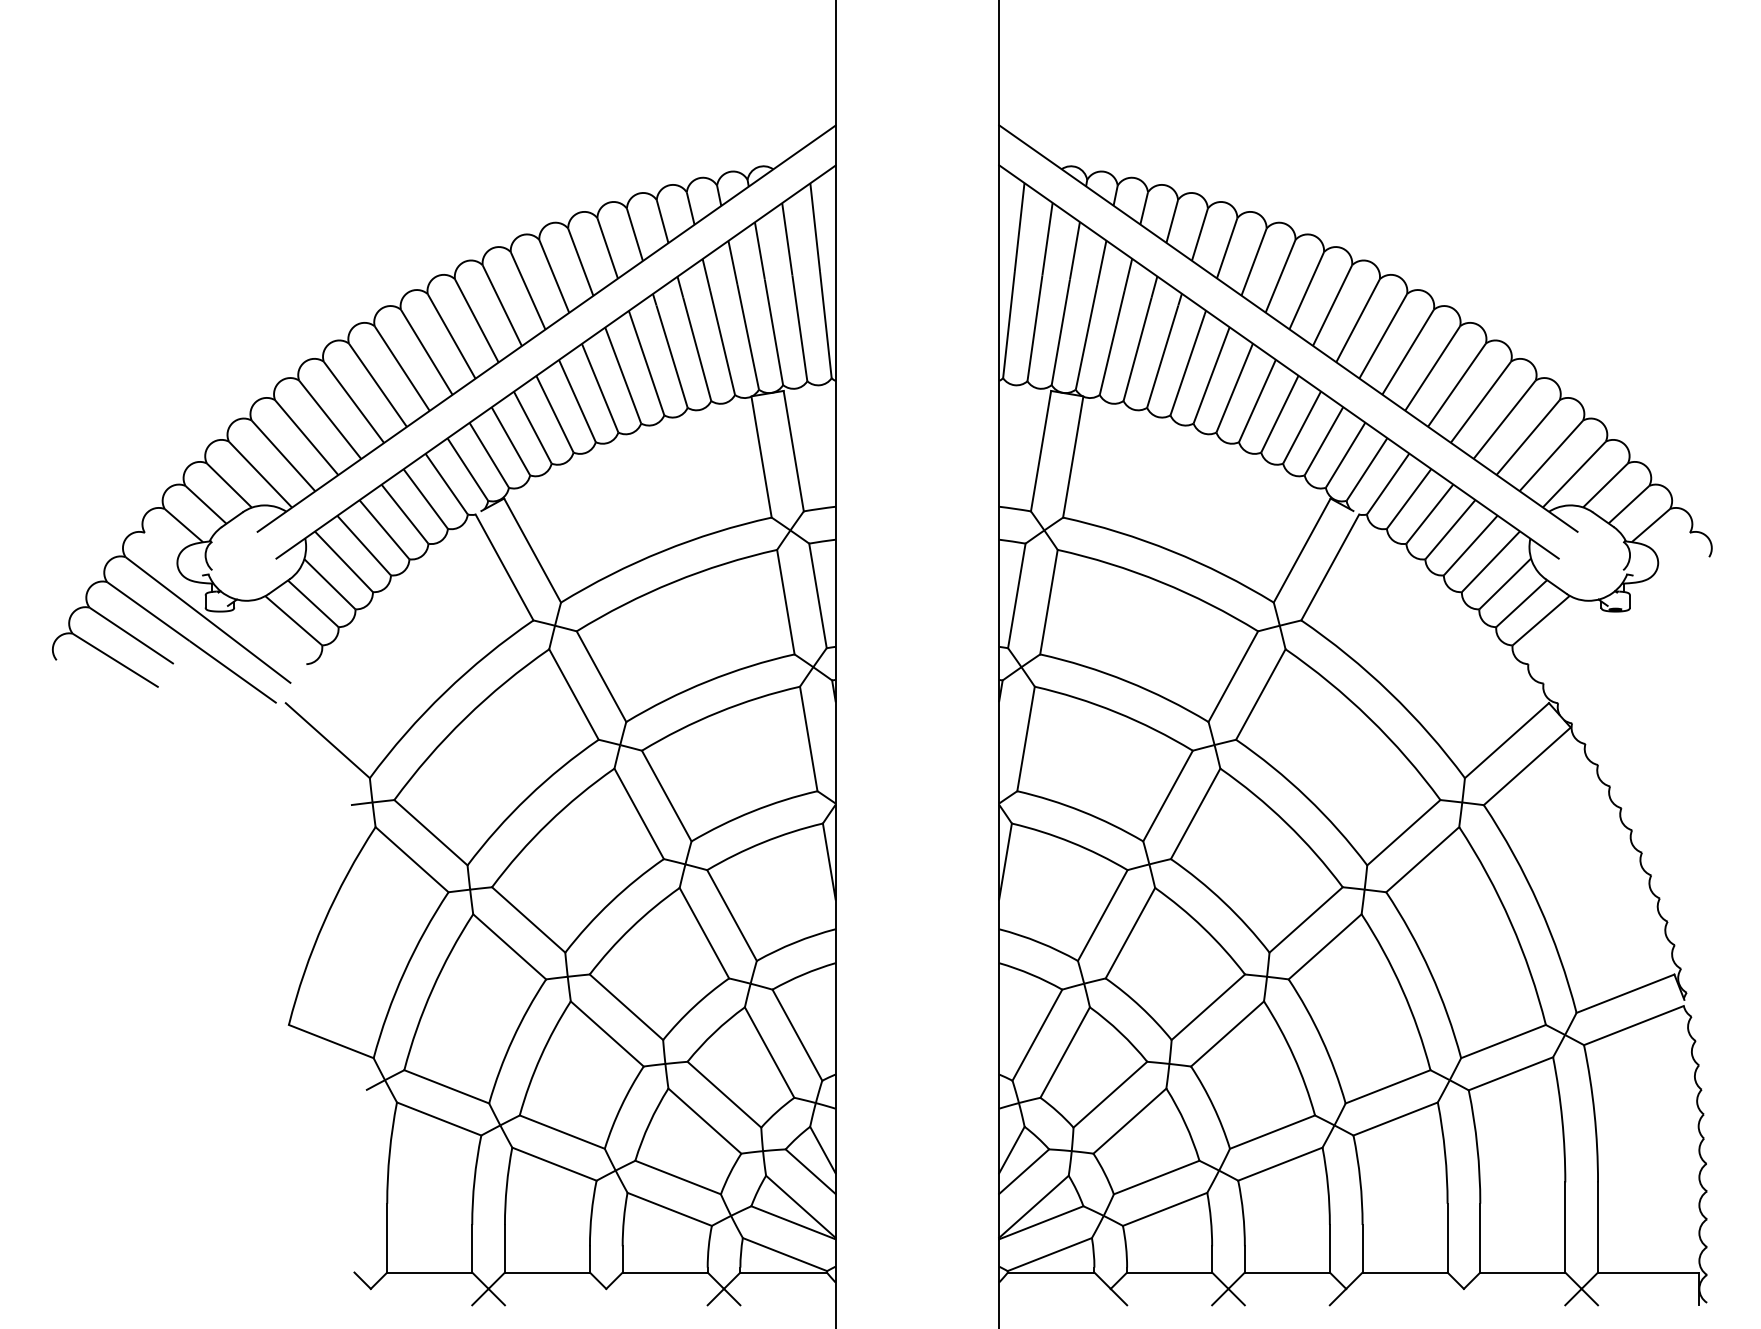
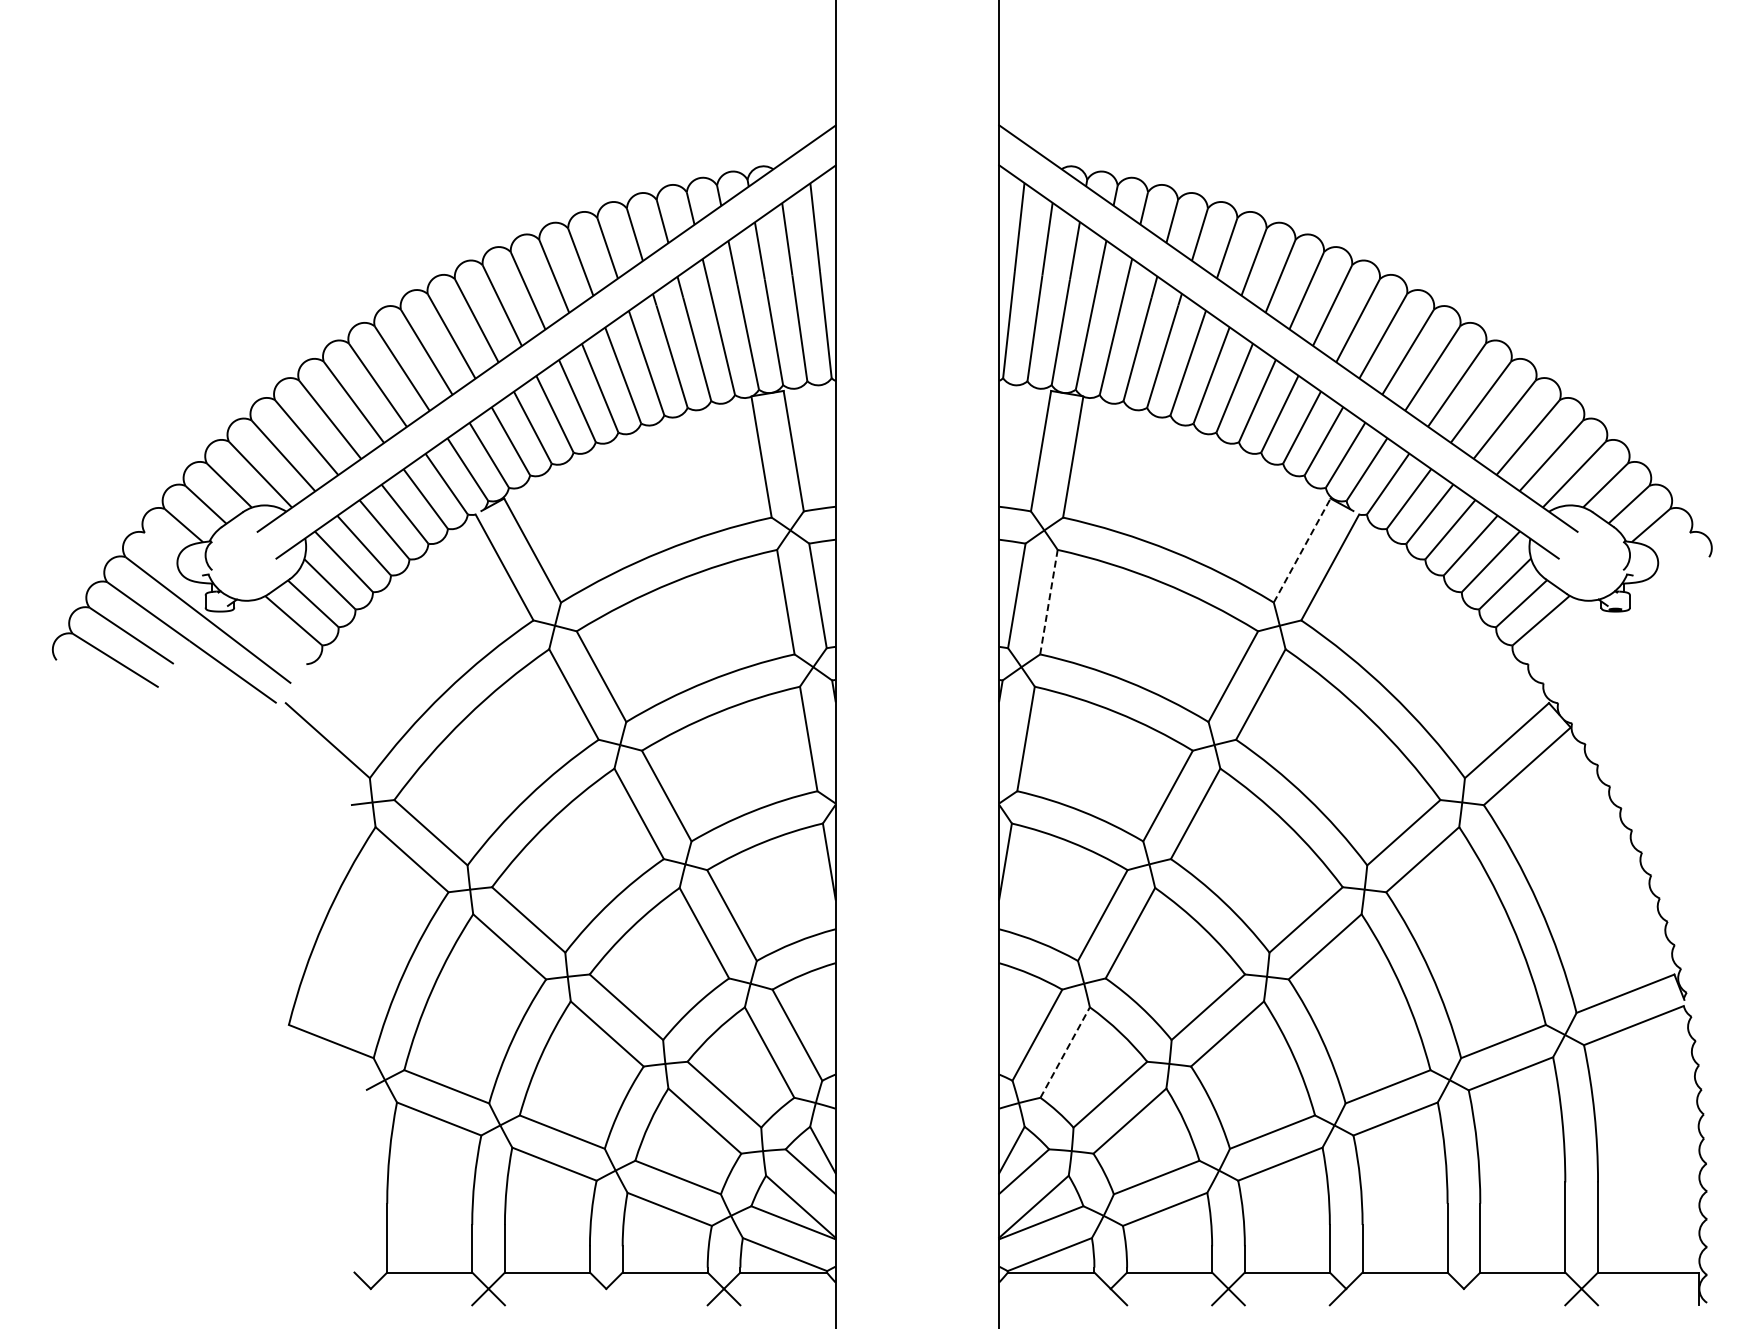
line at (1302, 550): solid -> dashed
line at (1048, 602): solid -> dashed
line at (1065, 1052): solid -> dashed
